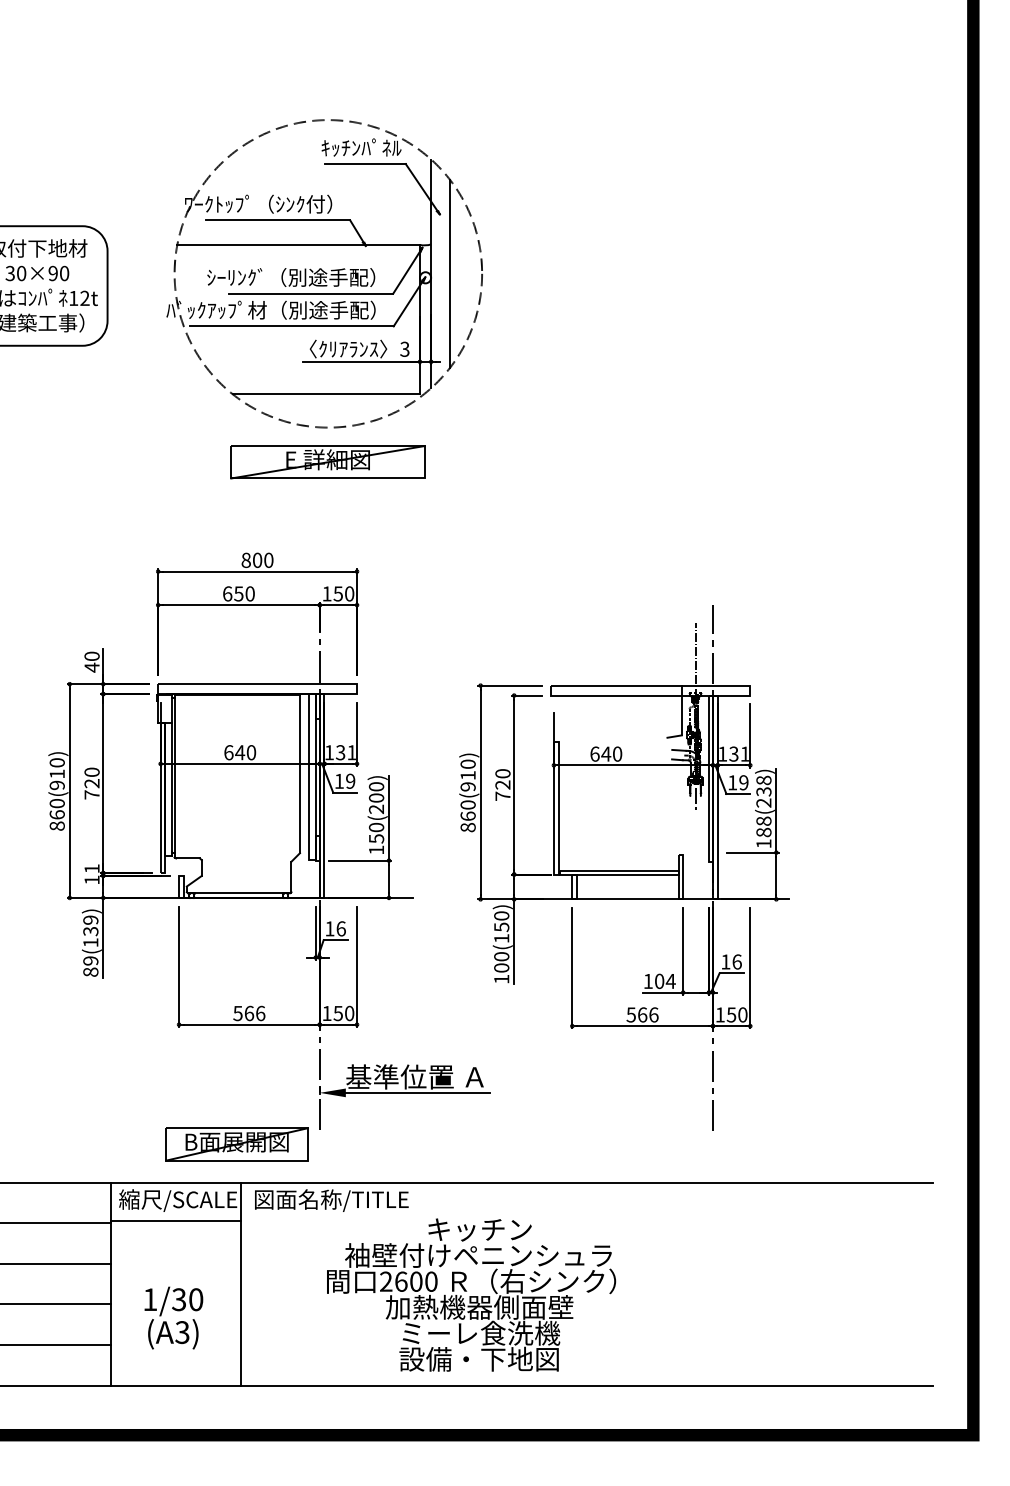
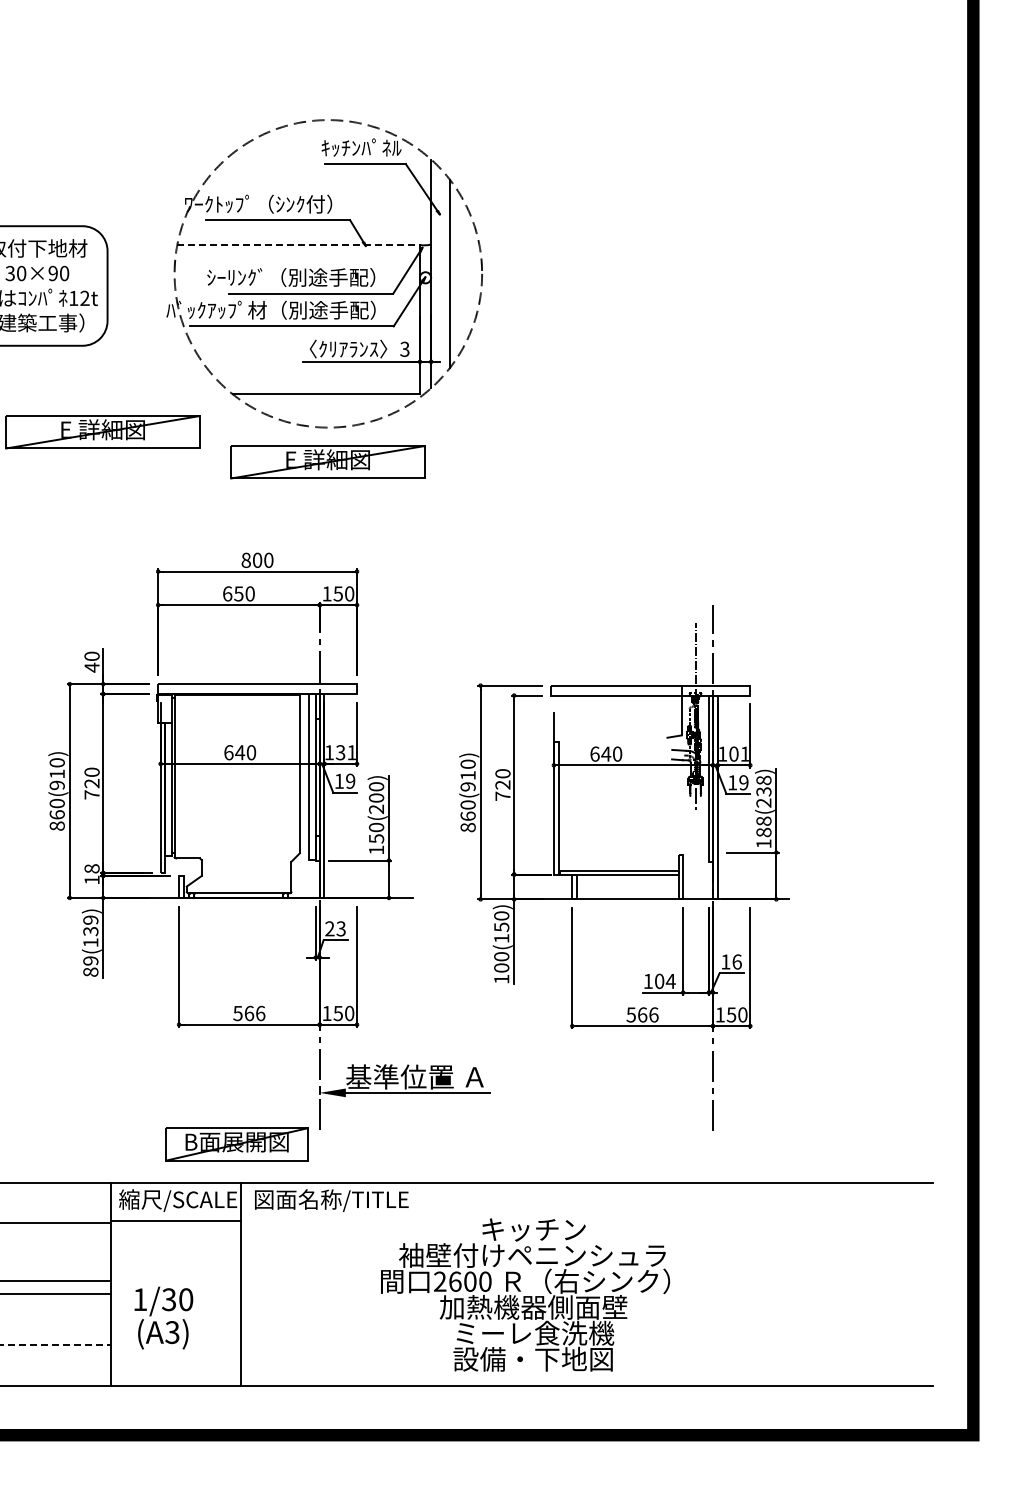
line at (299, 244): solid -> dashed
part at (102, 432): none -> present
text at (733, 753): 131 -> 101
text at (91, 868): 11 -> 18
text at (335, 928): 16 -> 23
line at (56, 1263) position: (56, 1263) -> (56, 1293)
text at (471, 1294) position: (471, 1294) -> (525, 1294)
line at (56, 1304) position: (56, 1304) -> (56, 1281)
text at (173, 1317) position: (173, 1317) -> (163, 1317)
line at (56, 1345): solid -> dashed
